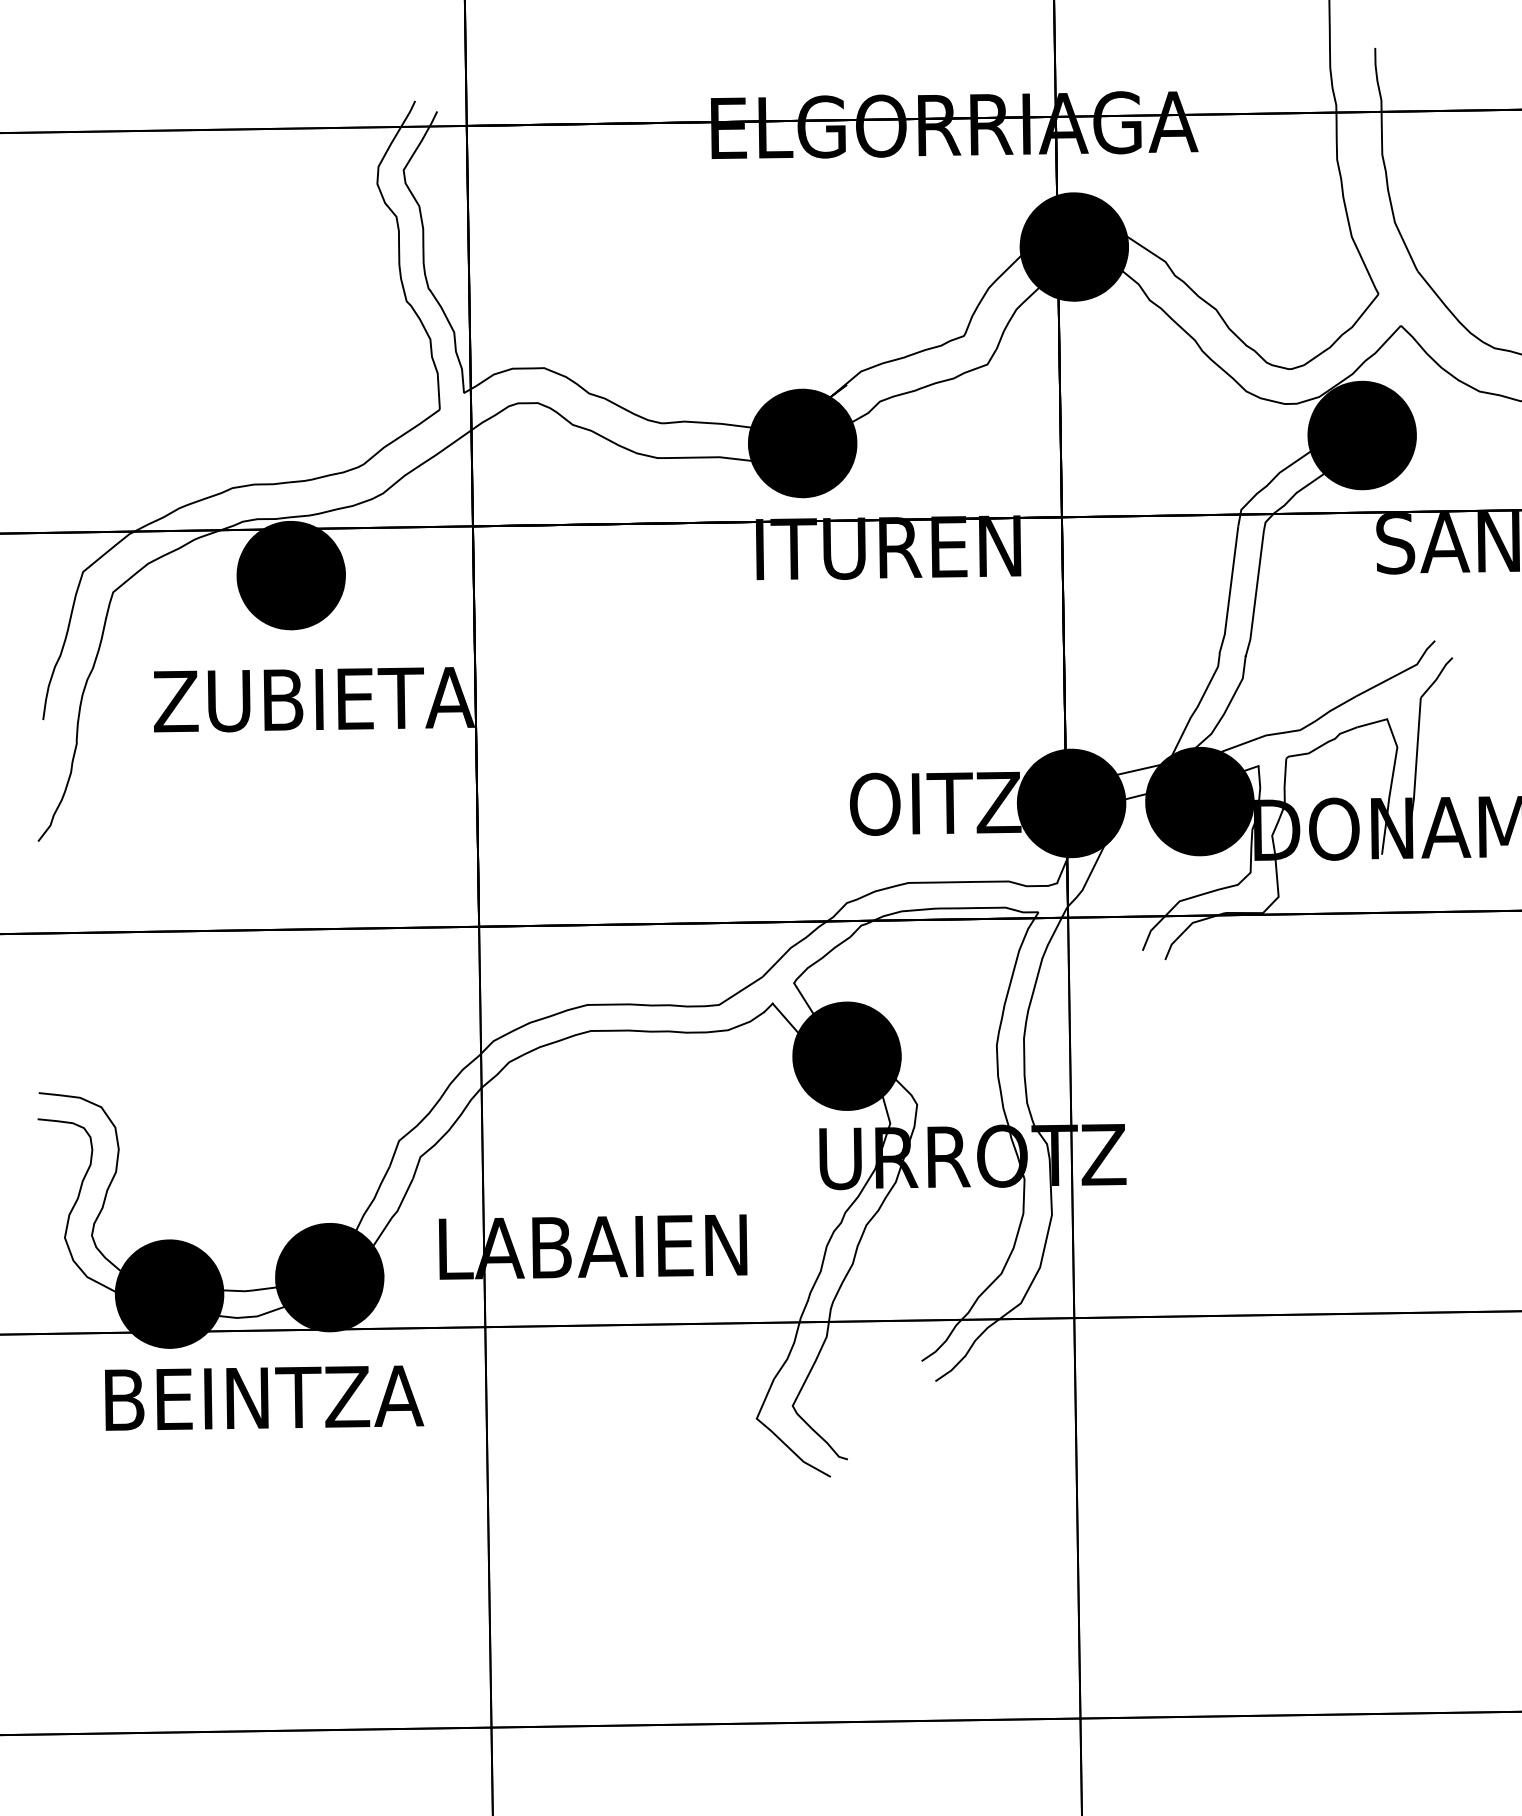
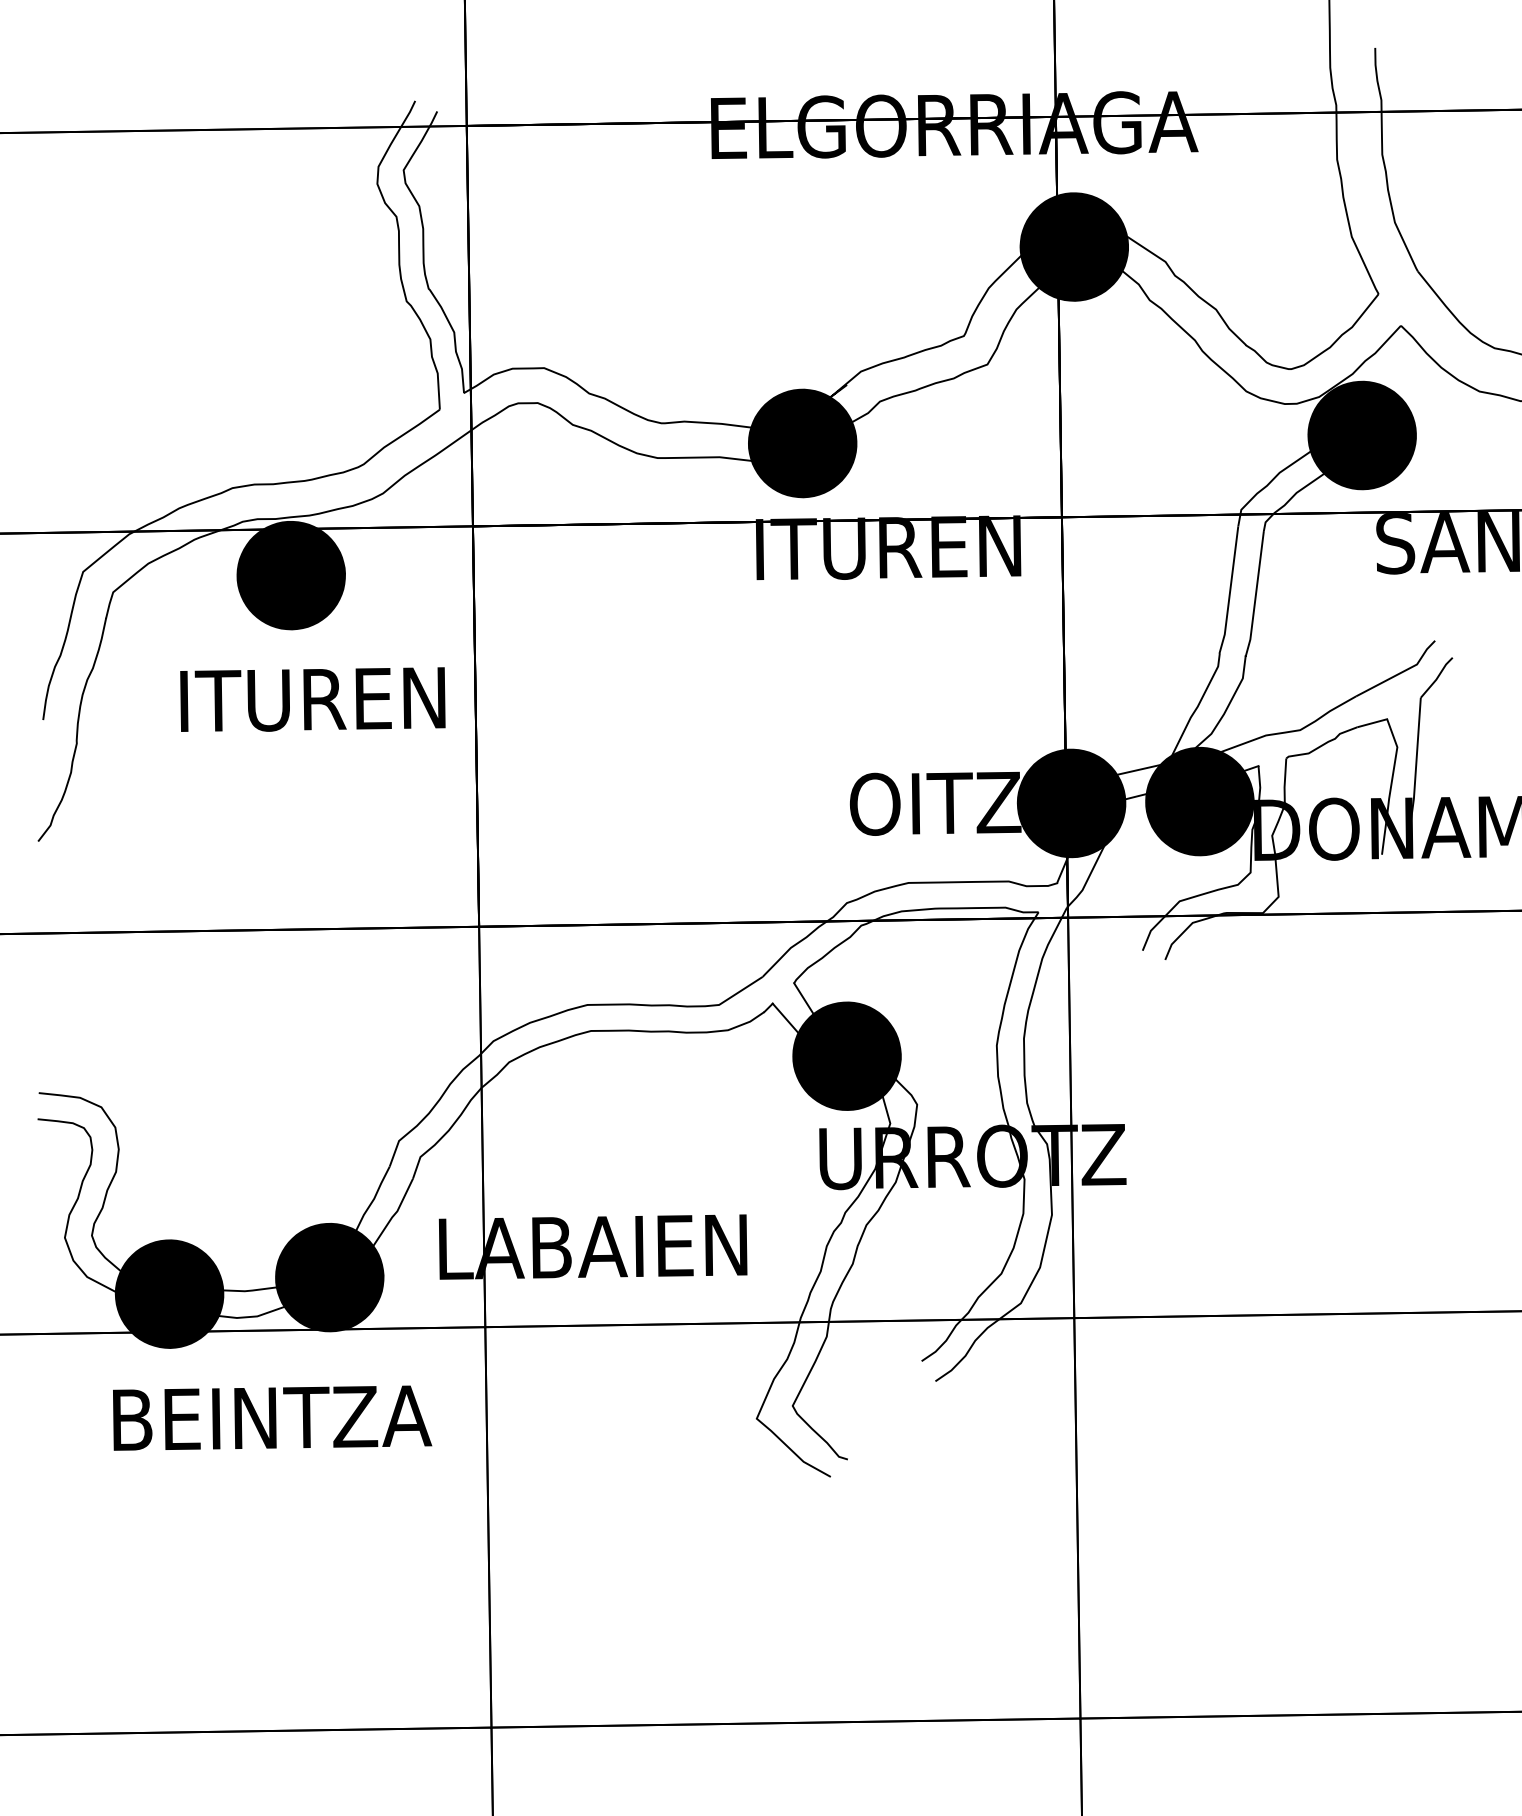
text at (314, 699): ZUBIETA -> ITUREN
text at (264, 1397) position: (264, 1397) -> (272, 1417)
